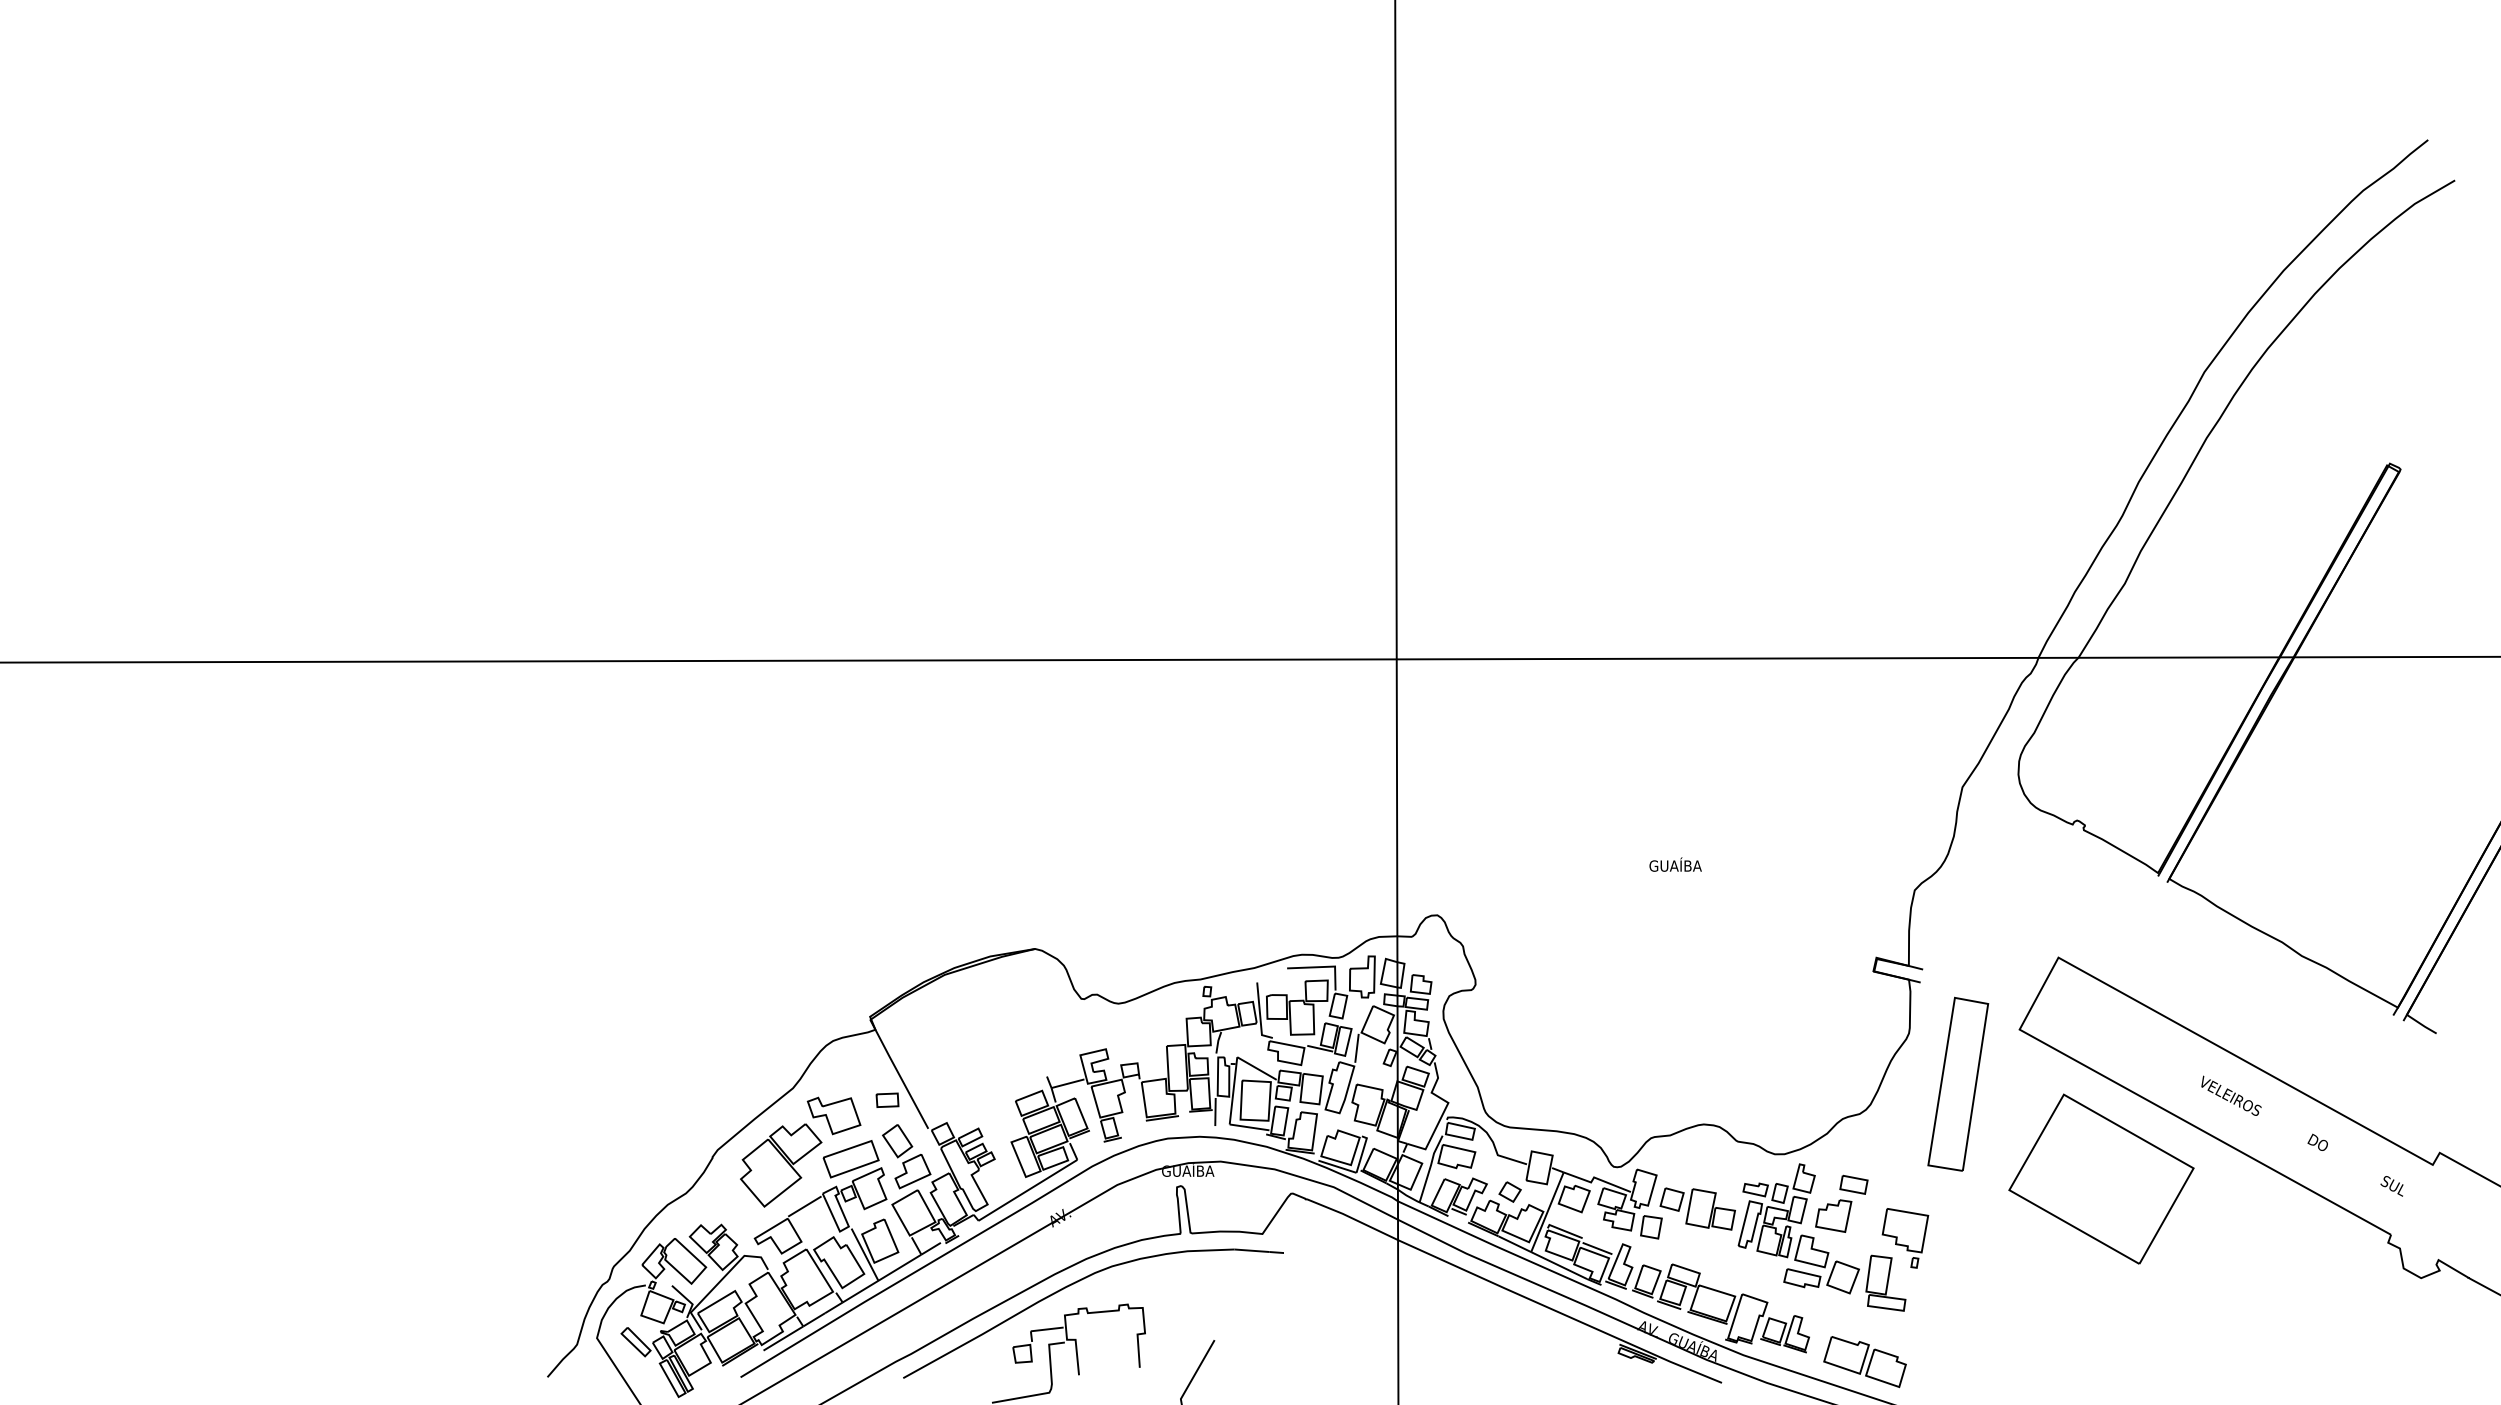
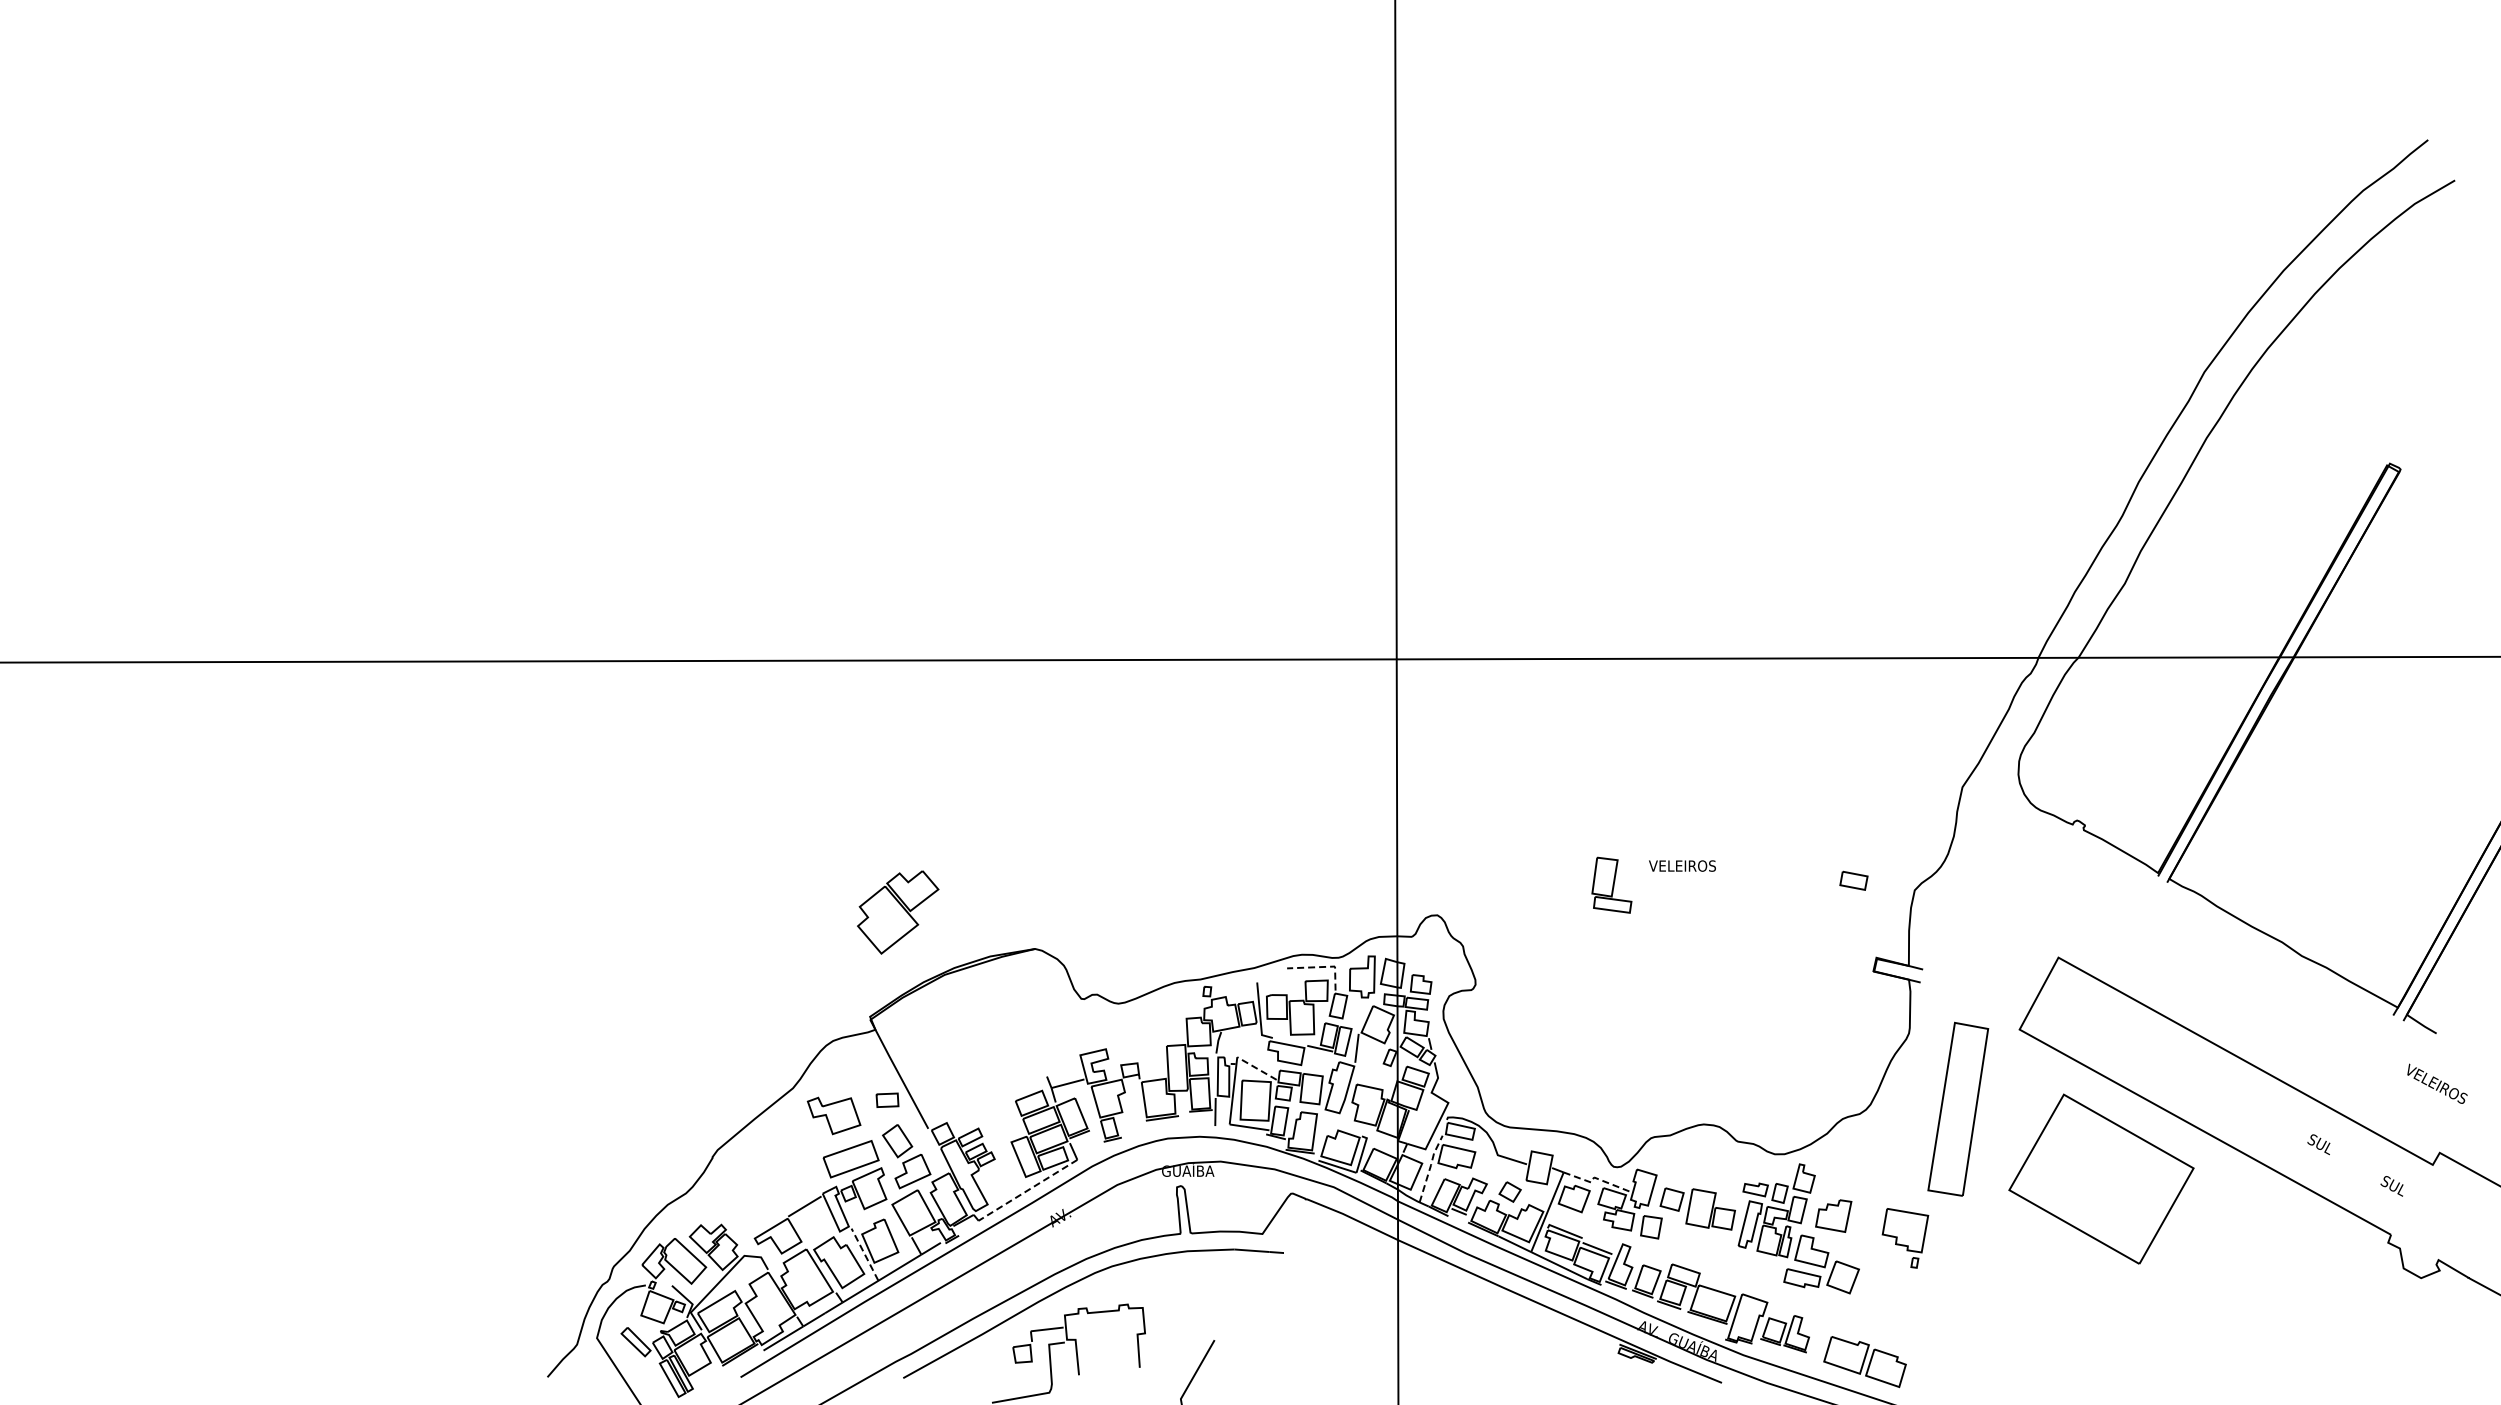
text at (1682, 864): GUAÍBA -> VELEIROS
line at (1324, 966): solid -> dashed
line at (1256, 1068): solid -> dashed
part at (1958, 1083) position: (1958, 1083) -> (1958, 1108)
text at (2231, 1095) position: (2231, 1095) -> (2437, 1083)
text at (2318, 1144): DO -> SUL
part at (781, 1165) position: (781, 1165) -> (898, 912)
line at (1430, 1167): solid -> dashed
line at (1595, 1177): solid -> dashed
part at (1853, 1184) position: (1853, 1184) -> (1853, 880)
line at (1027, 1190): solid -> dashed
line at (864, 1254): solid -> dashed
part at (1885, 1282) position: (1885, 1282) -> (1611, 884)
